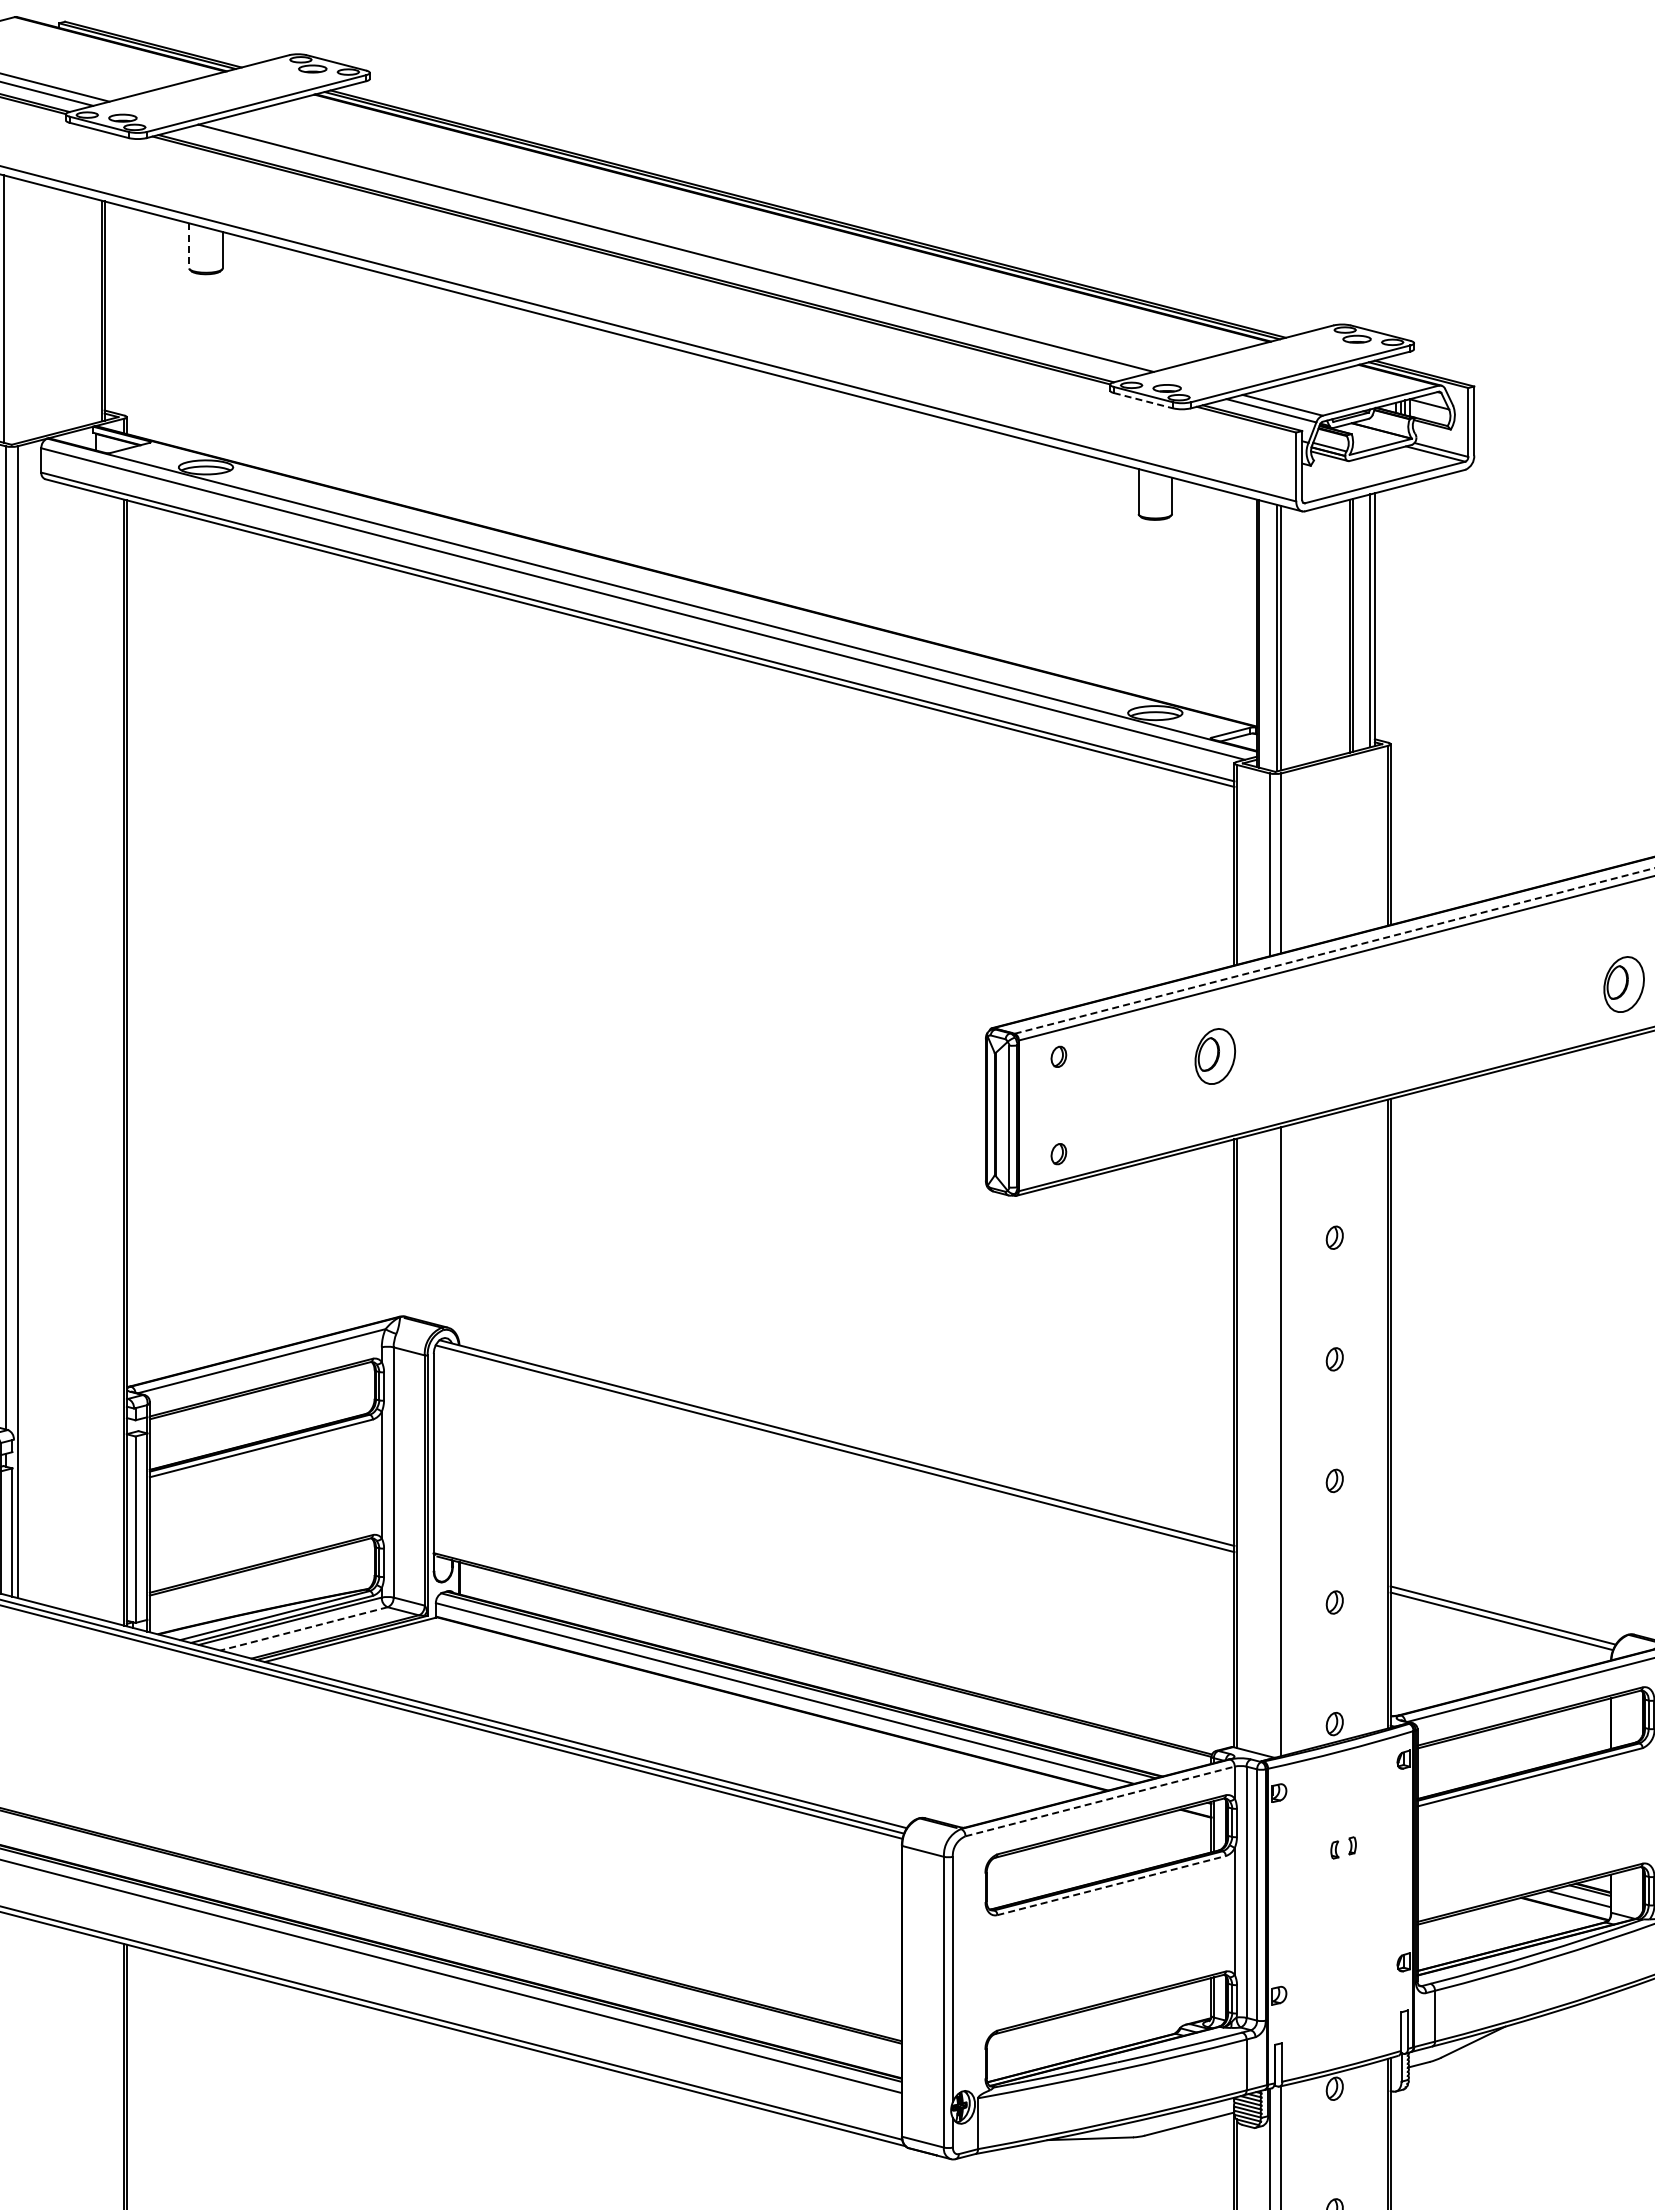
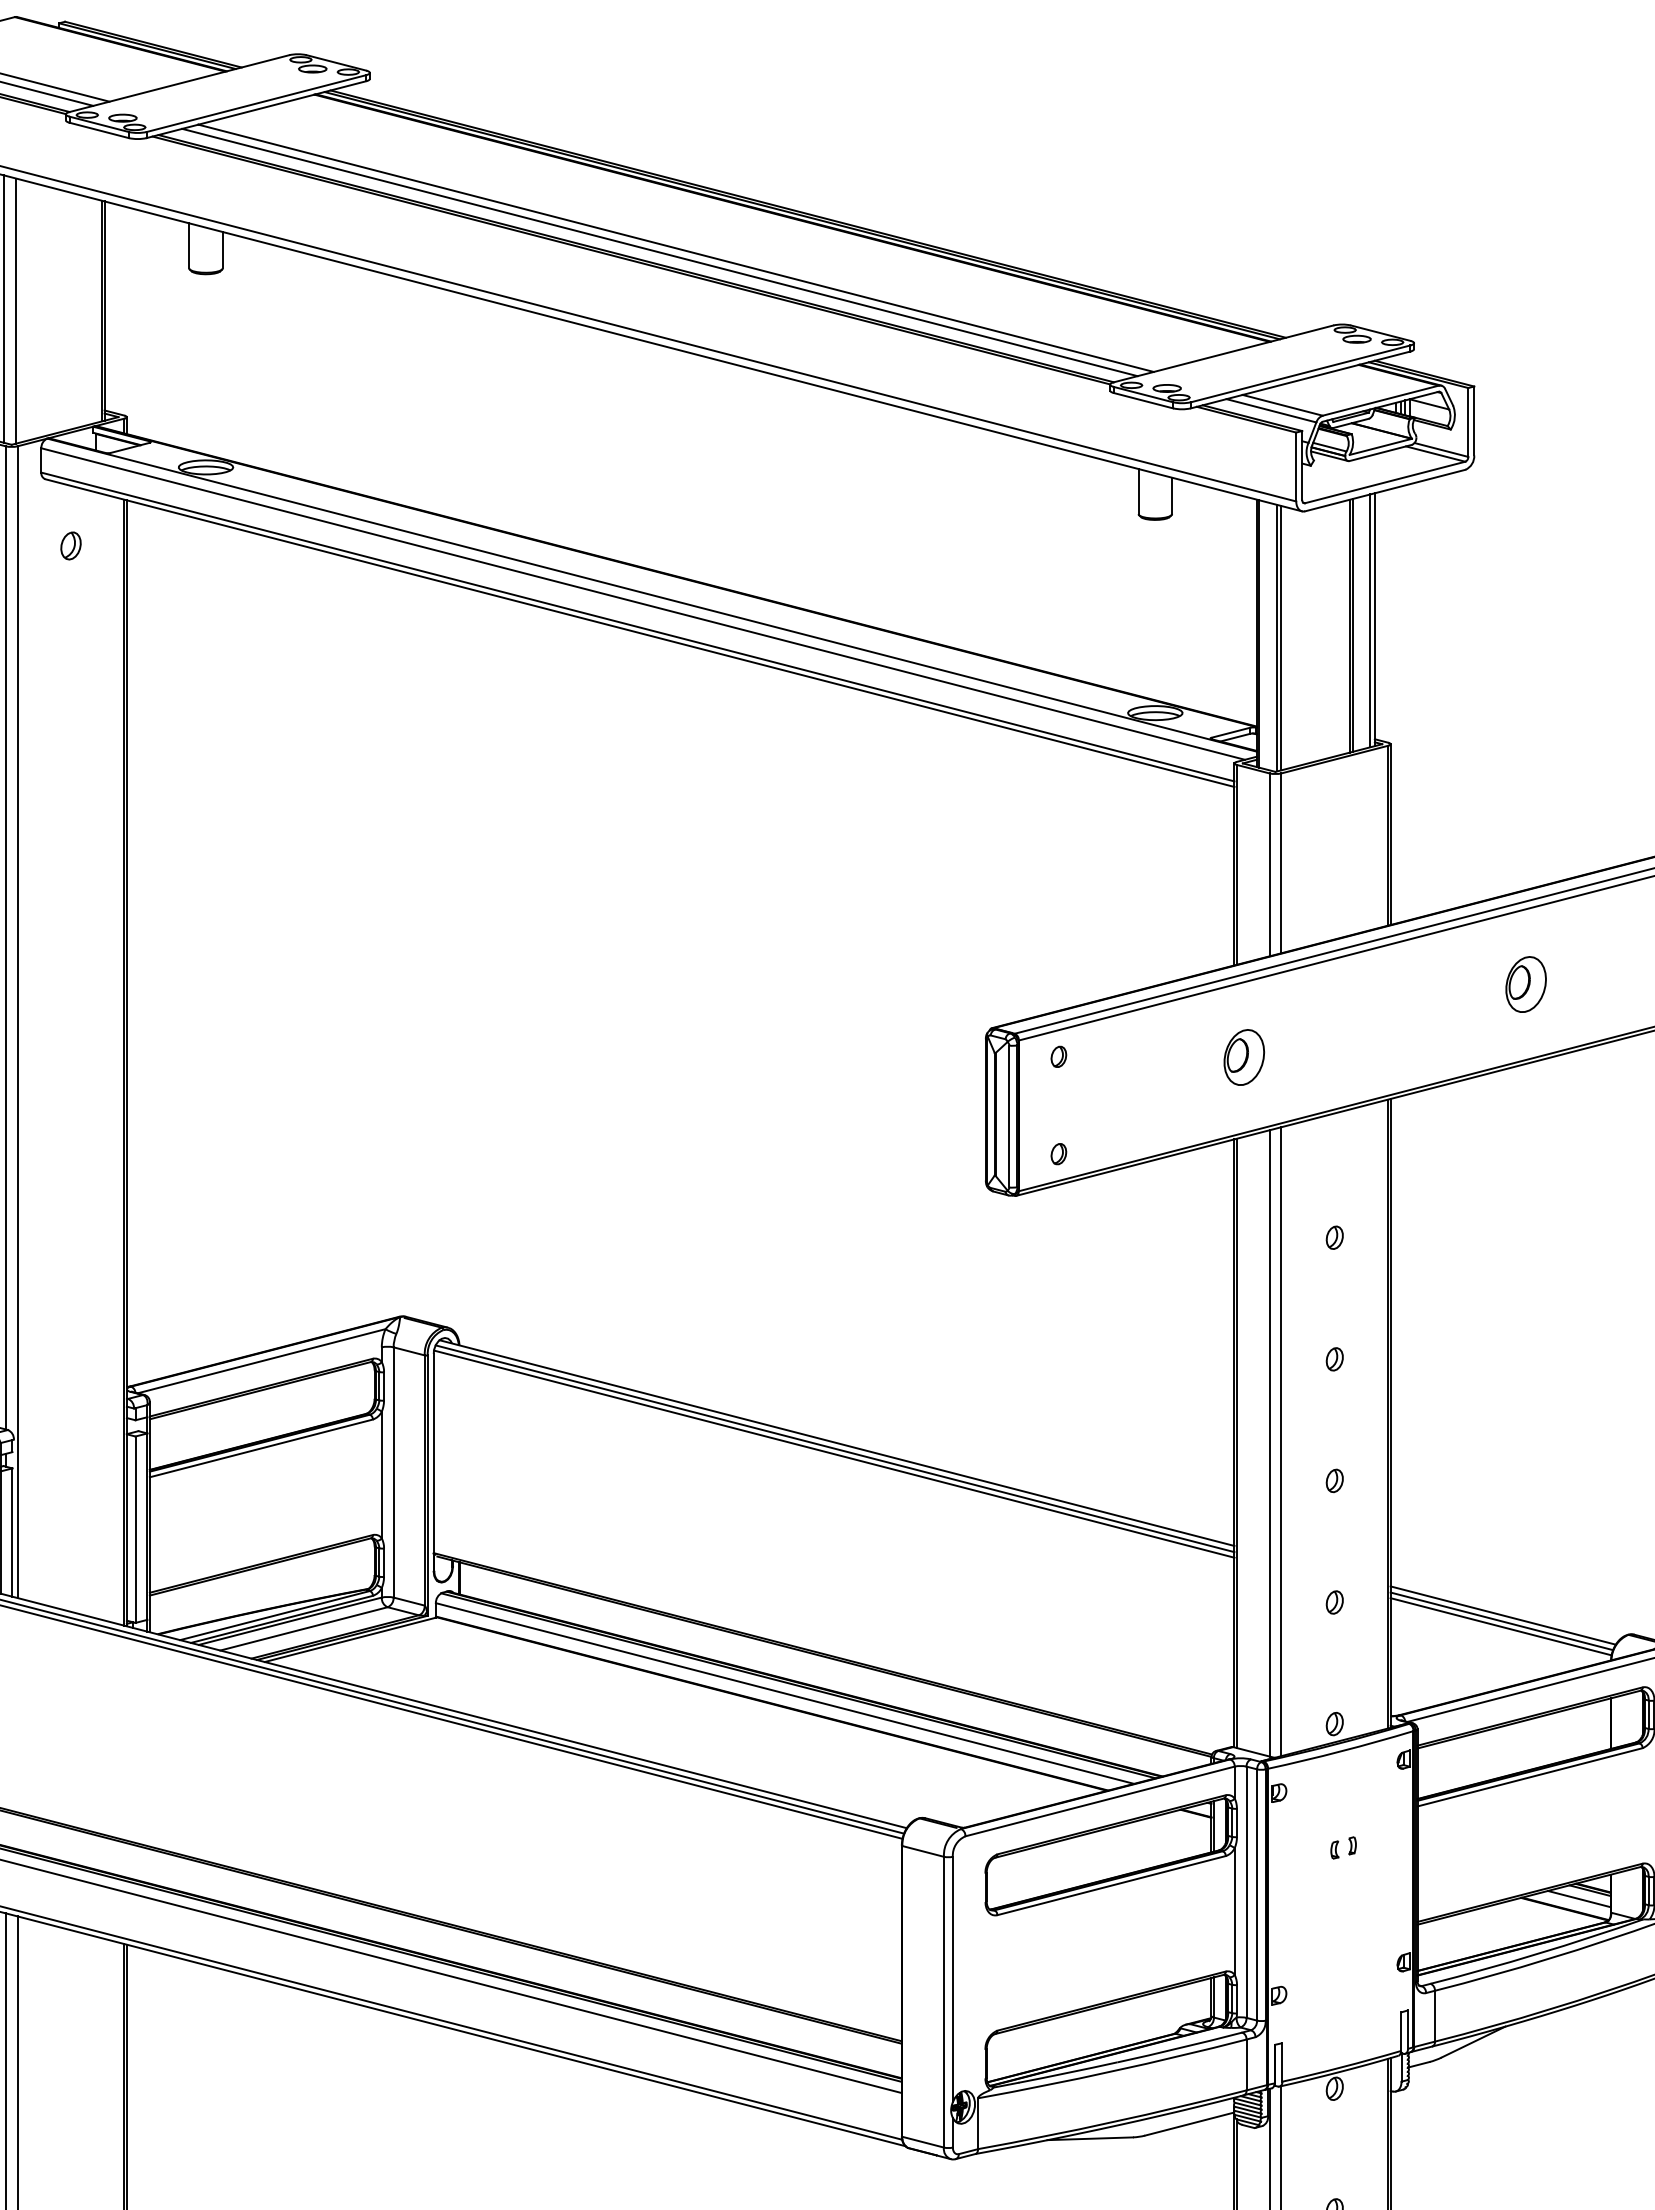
line at (189, 245): dashed -> solid
line at (659, 252): none -> present
line at (16, 310): none -> present
line at (1143, 400): dashed -> solid
part at (70, 545): none -> present
line at (1335, 950): dashed -> solid
part at (1623, 984) position: (1623, 984) -> (1525, 984)
part at (1215, 1056) position: (1215, 1056) -> (1244, 1057)
line at (1269, 1443): none -> present
line at (834, 1453): none -> present
line at (1500, 1626): none -> present
line at (303, 1629): dashed -> solid
line at (1100, 1801): dashed -> solid
line at (1111, 1885): dashed -> solid
line at (5, 2059): none -> present
line at (17, 2061): none -> present
